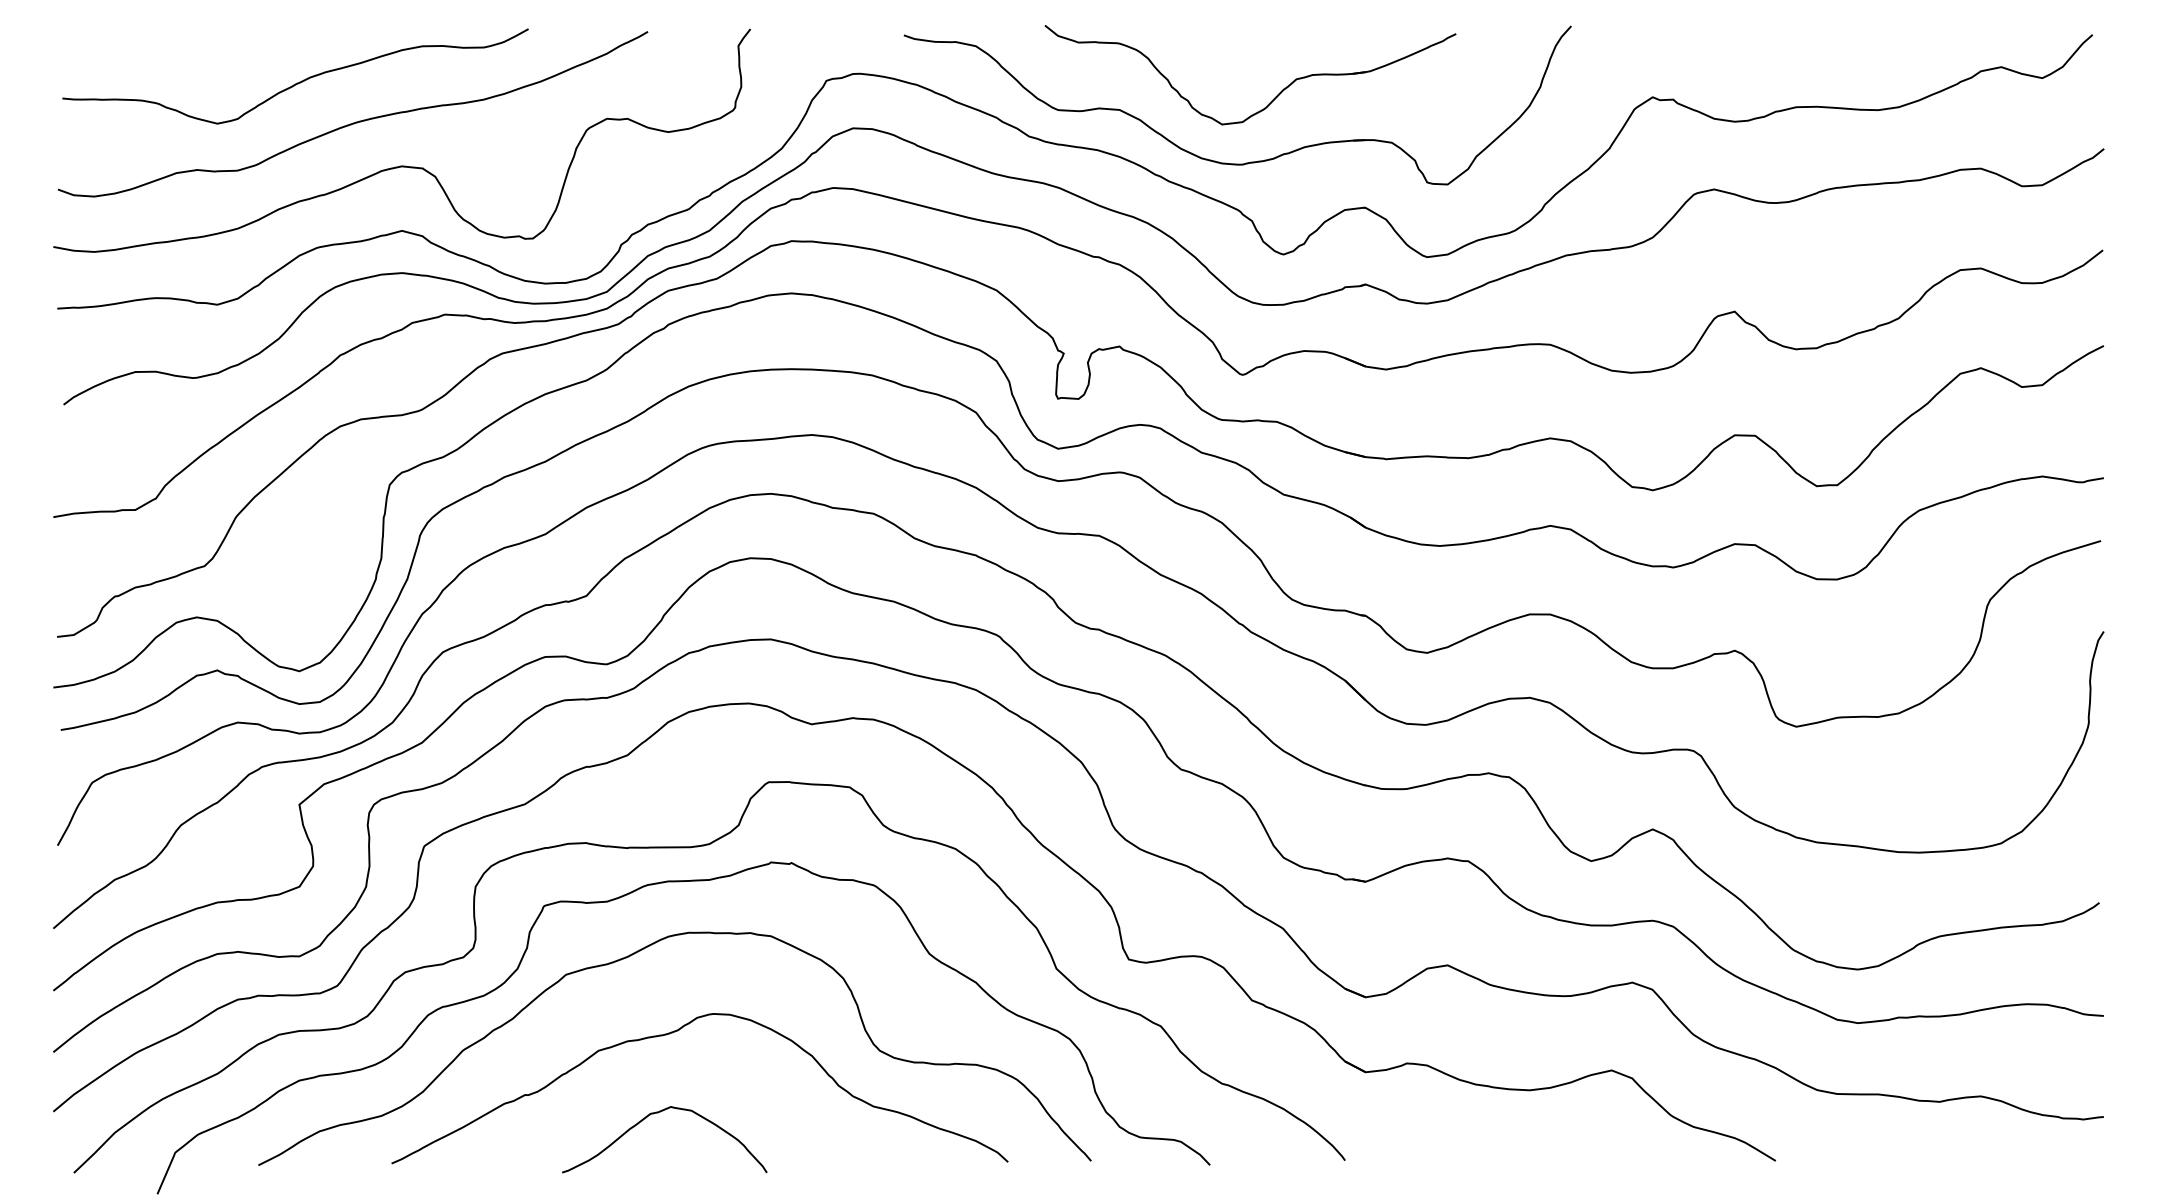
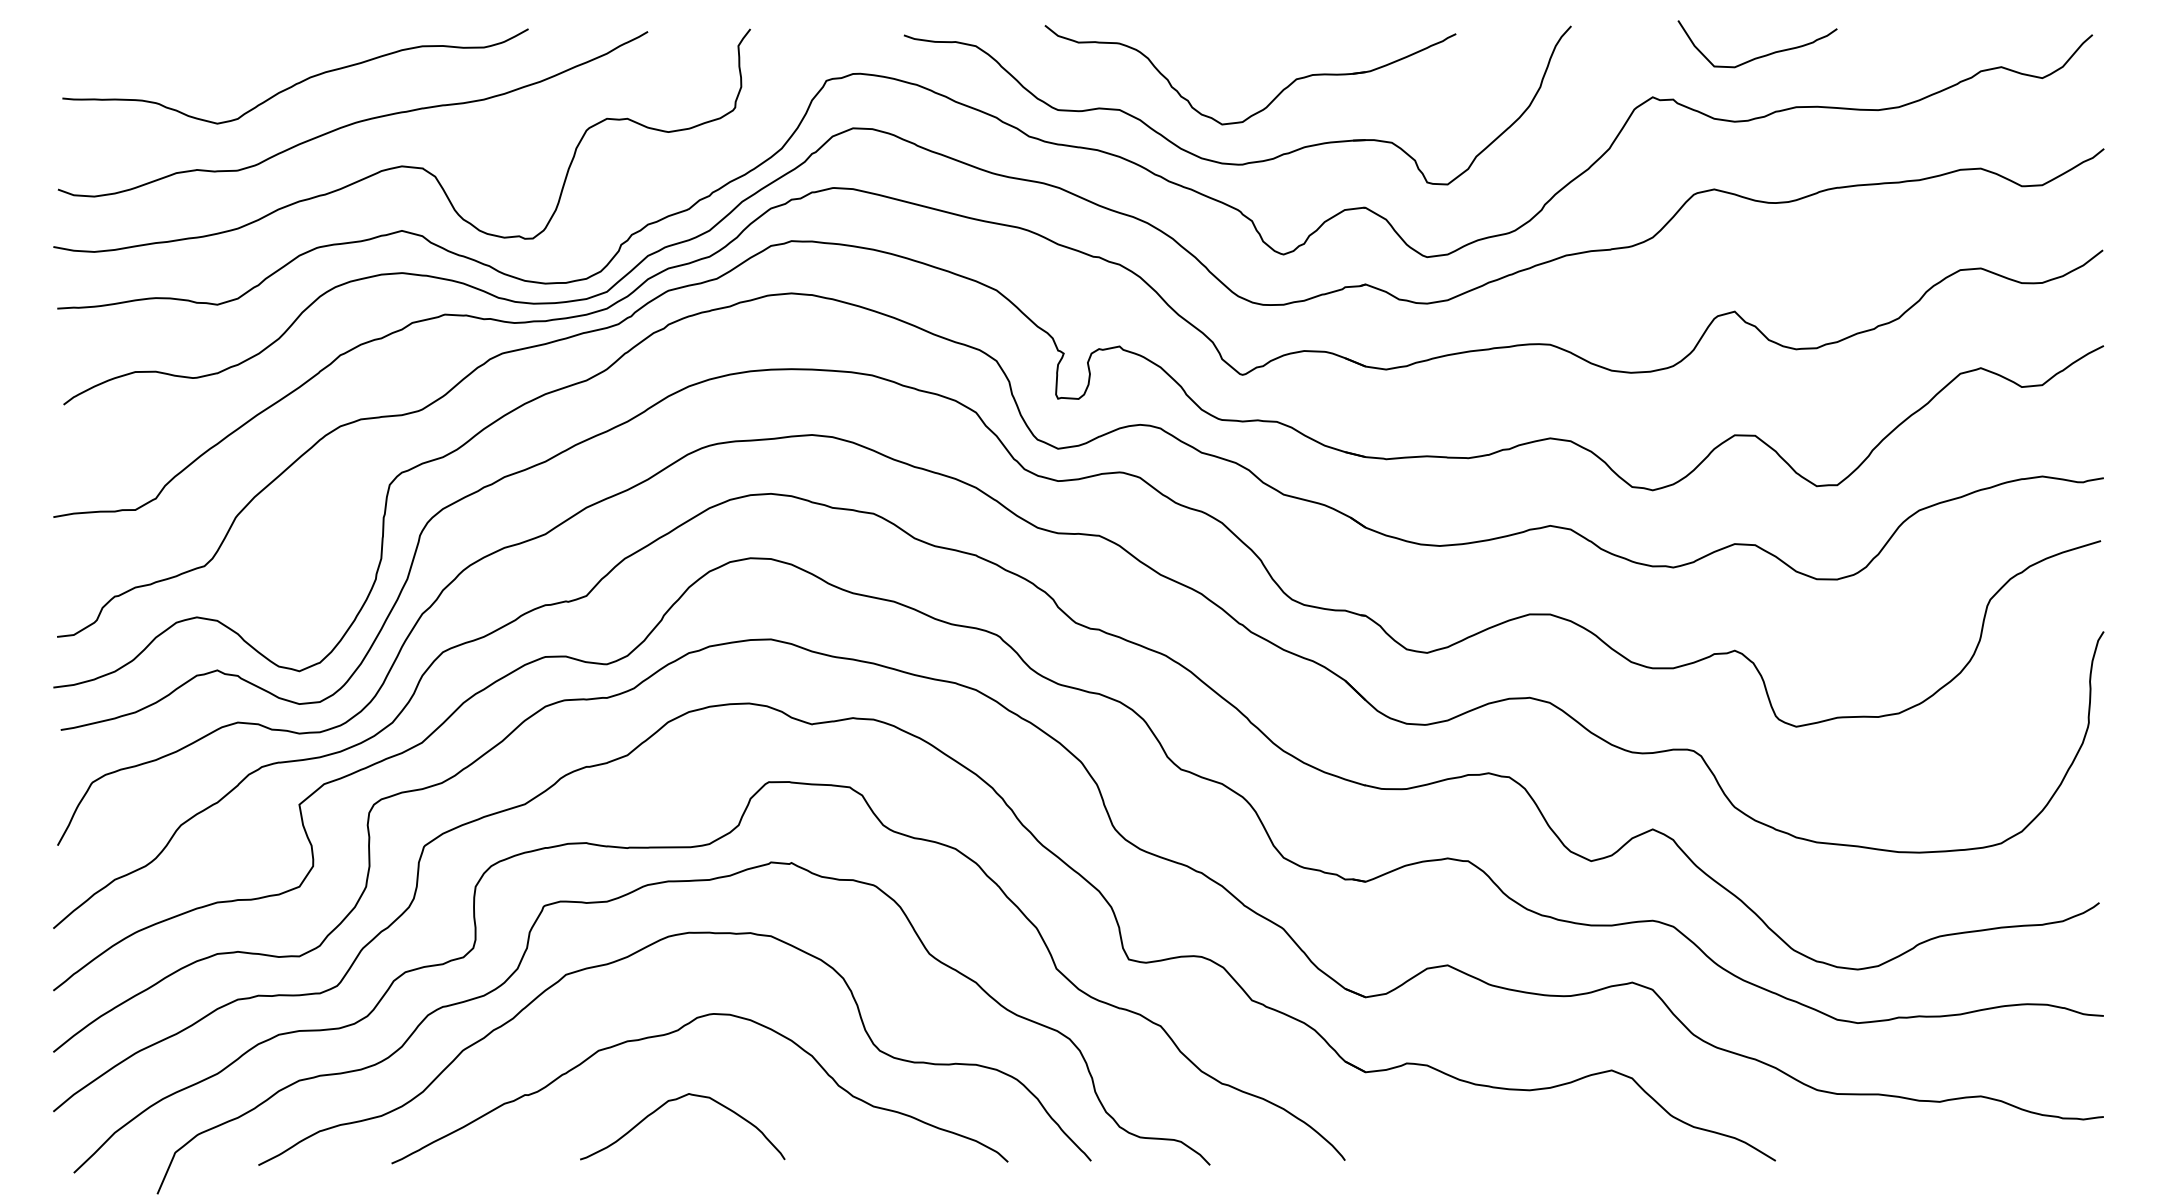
curve at (1758, 56): none -> present
curve at (658, 1113) position: (658, 1113) -> (676, 1100)
